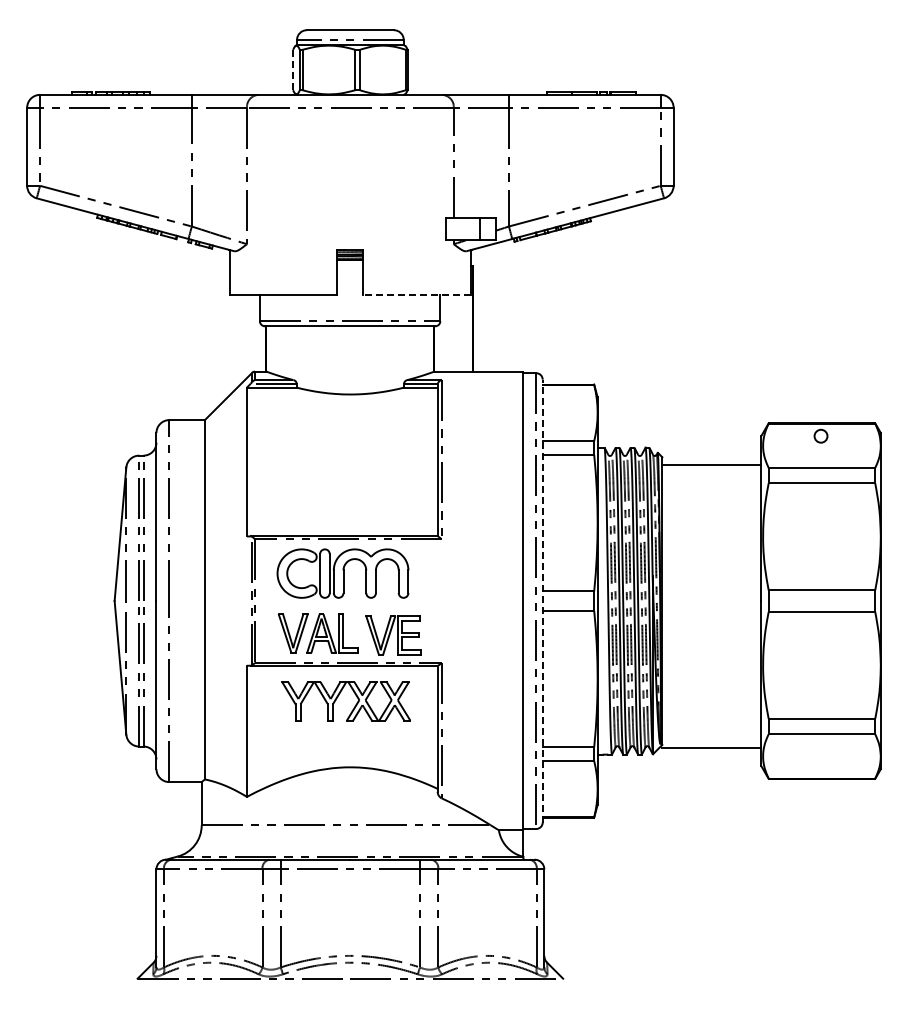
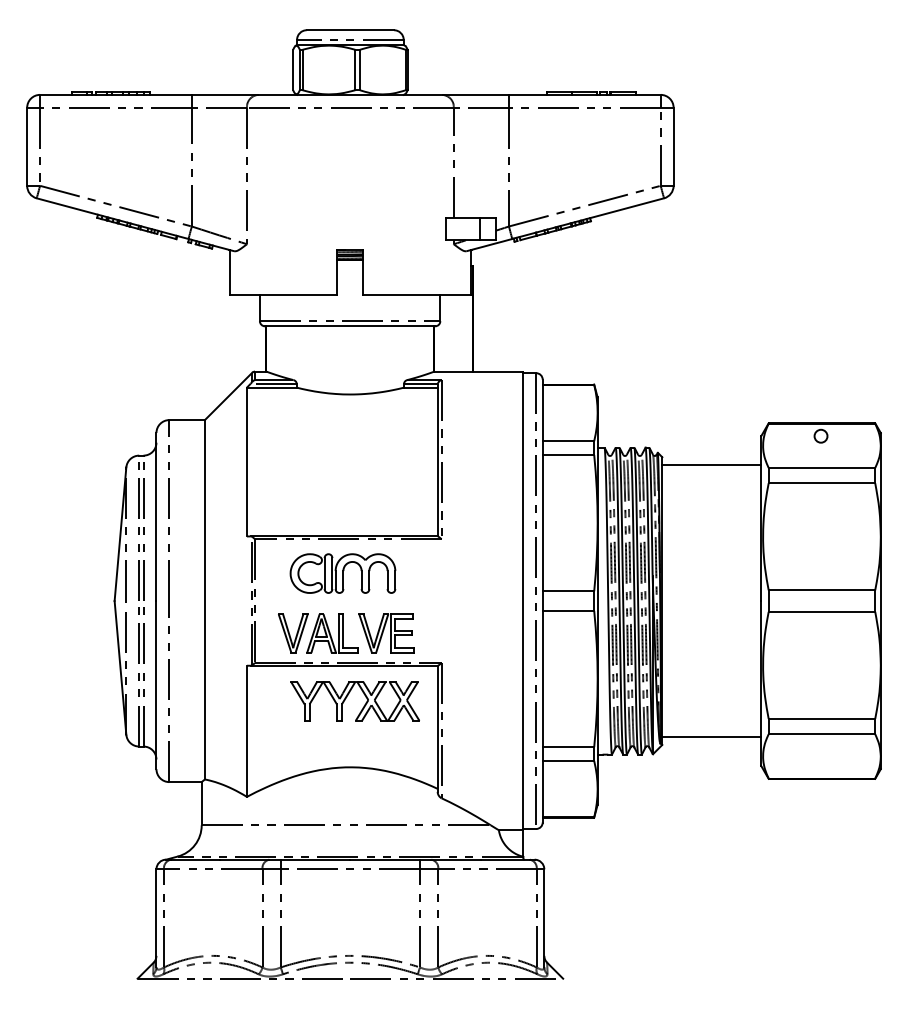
line at (293, 69): dashed -> solid
line at (417, 295): dashed -> solid
part at (342, 573) size: 134x51 px -> 108x41 px
line at (542, 600): dashed -> solid
part at (393, 635) position: (393, 635) -> (386, 633)
part at (338, 697) position: (338, 697) -> (347, 697)
line at (711, 747) position: (711, 747) -> (711, 736)
